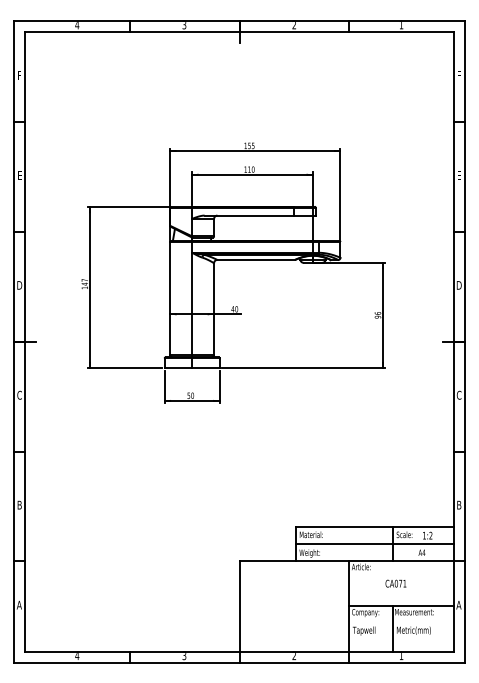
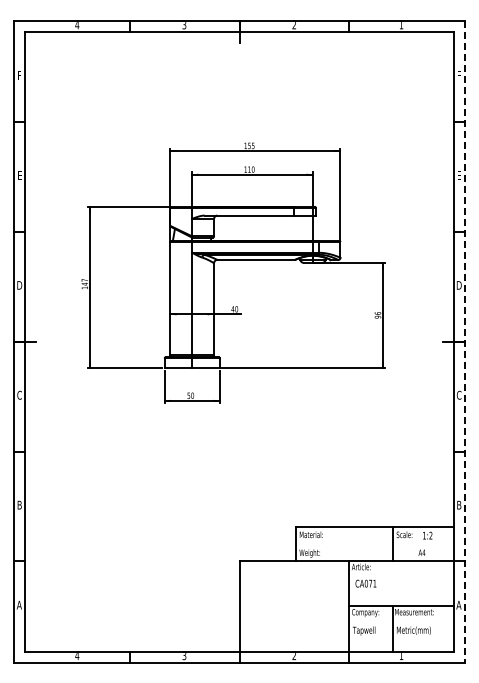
line at (464, 341): solid -> dashed
line at (374, 544): present -> none
text at (395, 583) position: (395, 583) -> (365, 583)
